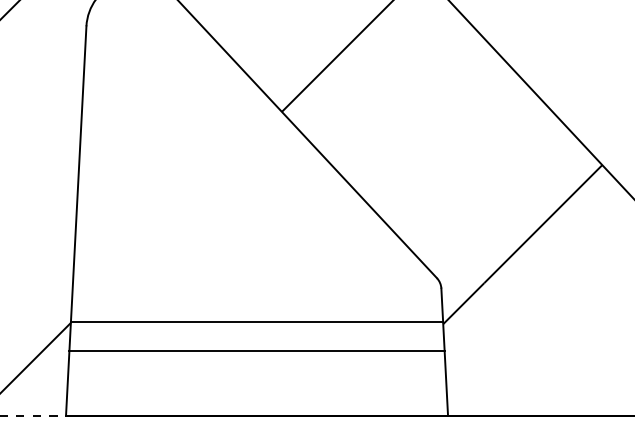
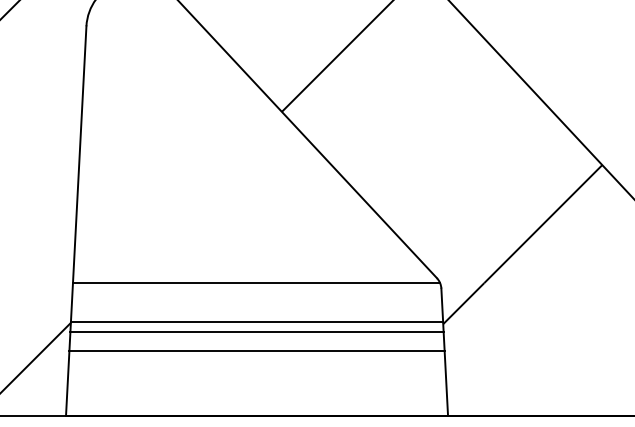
line at (256, 282): none -> present
line at (256, 332): none -> present
line at (33, 415): dashed -> solid
